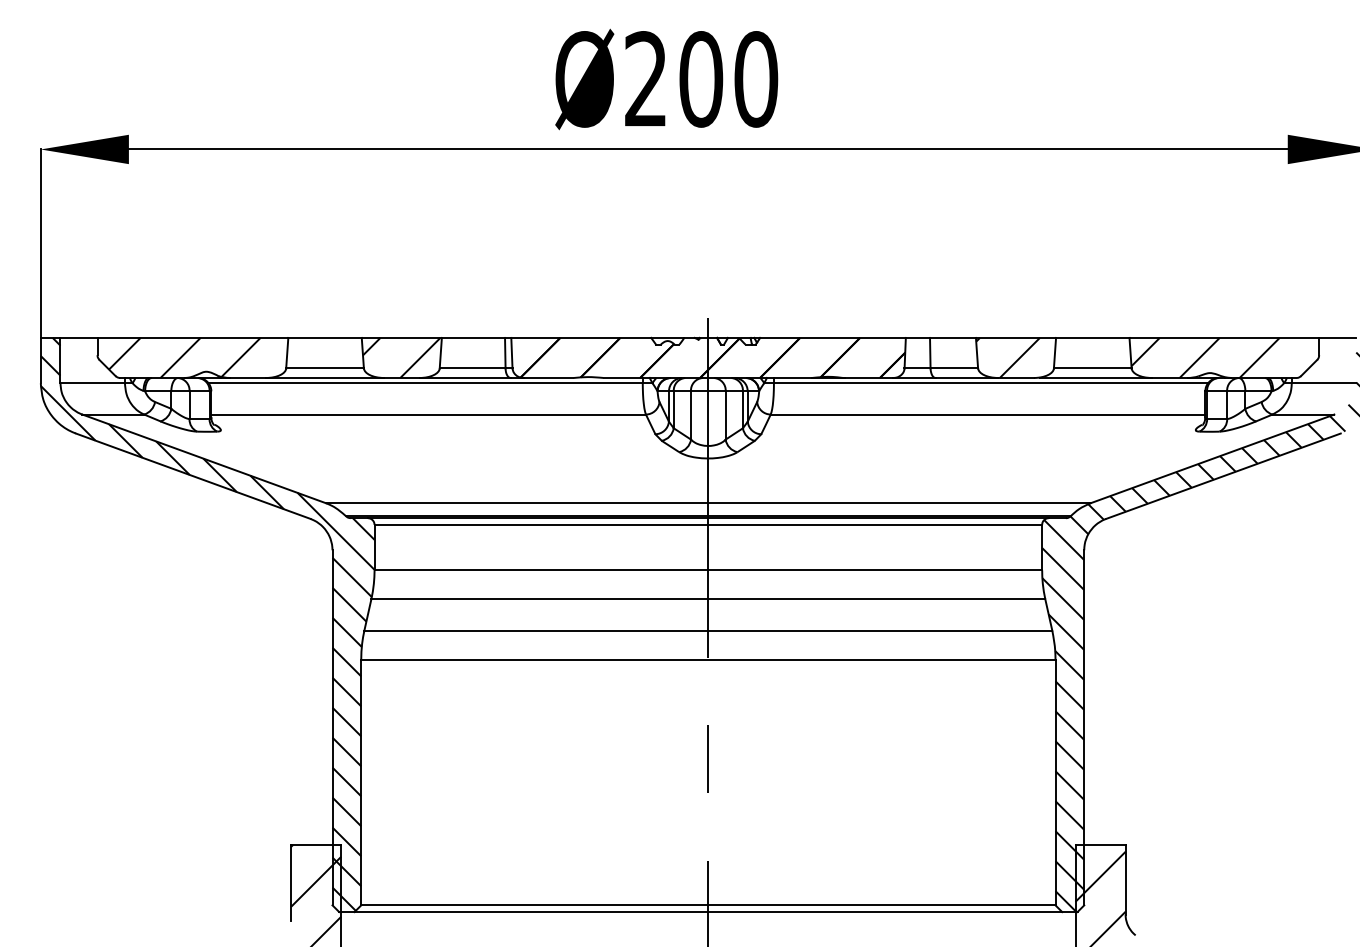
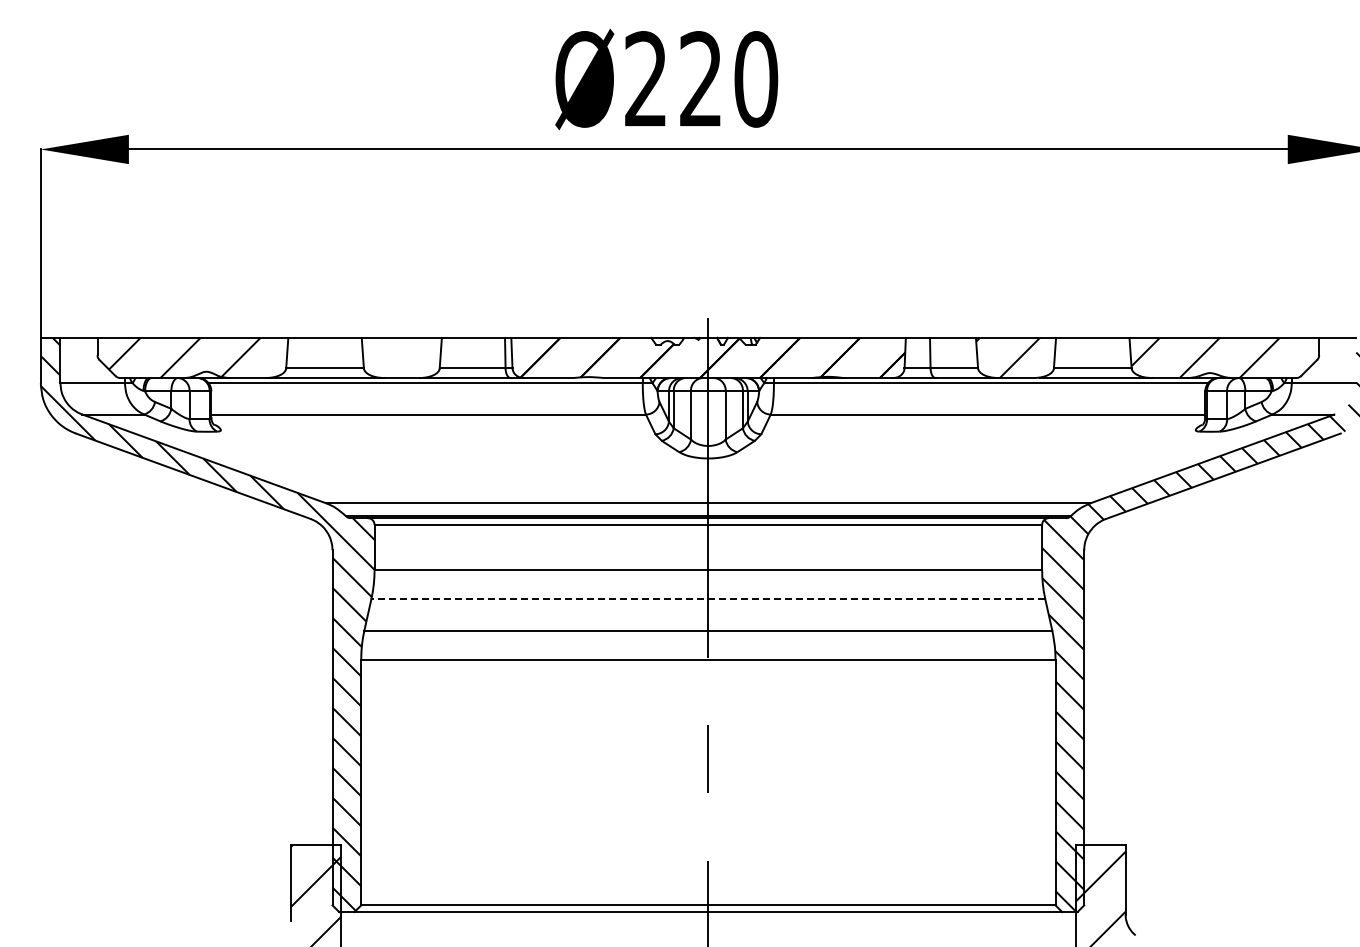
text at (701, 79): Ø200 -> Ø220
hatch at (401, 357): present -> none
line at (708, 599): solid -> dashed
